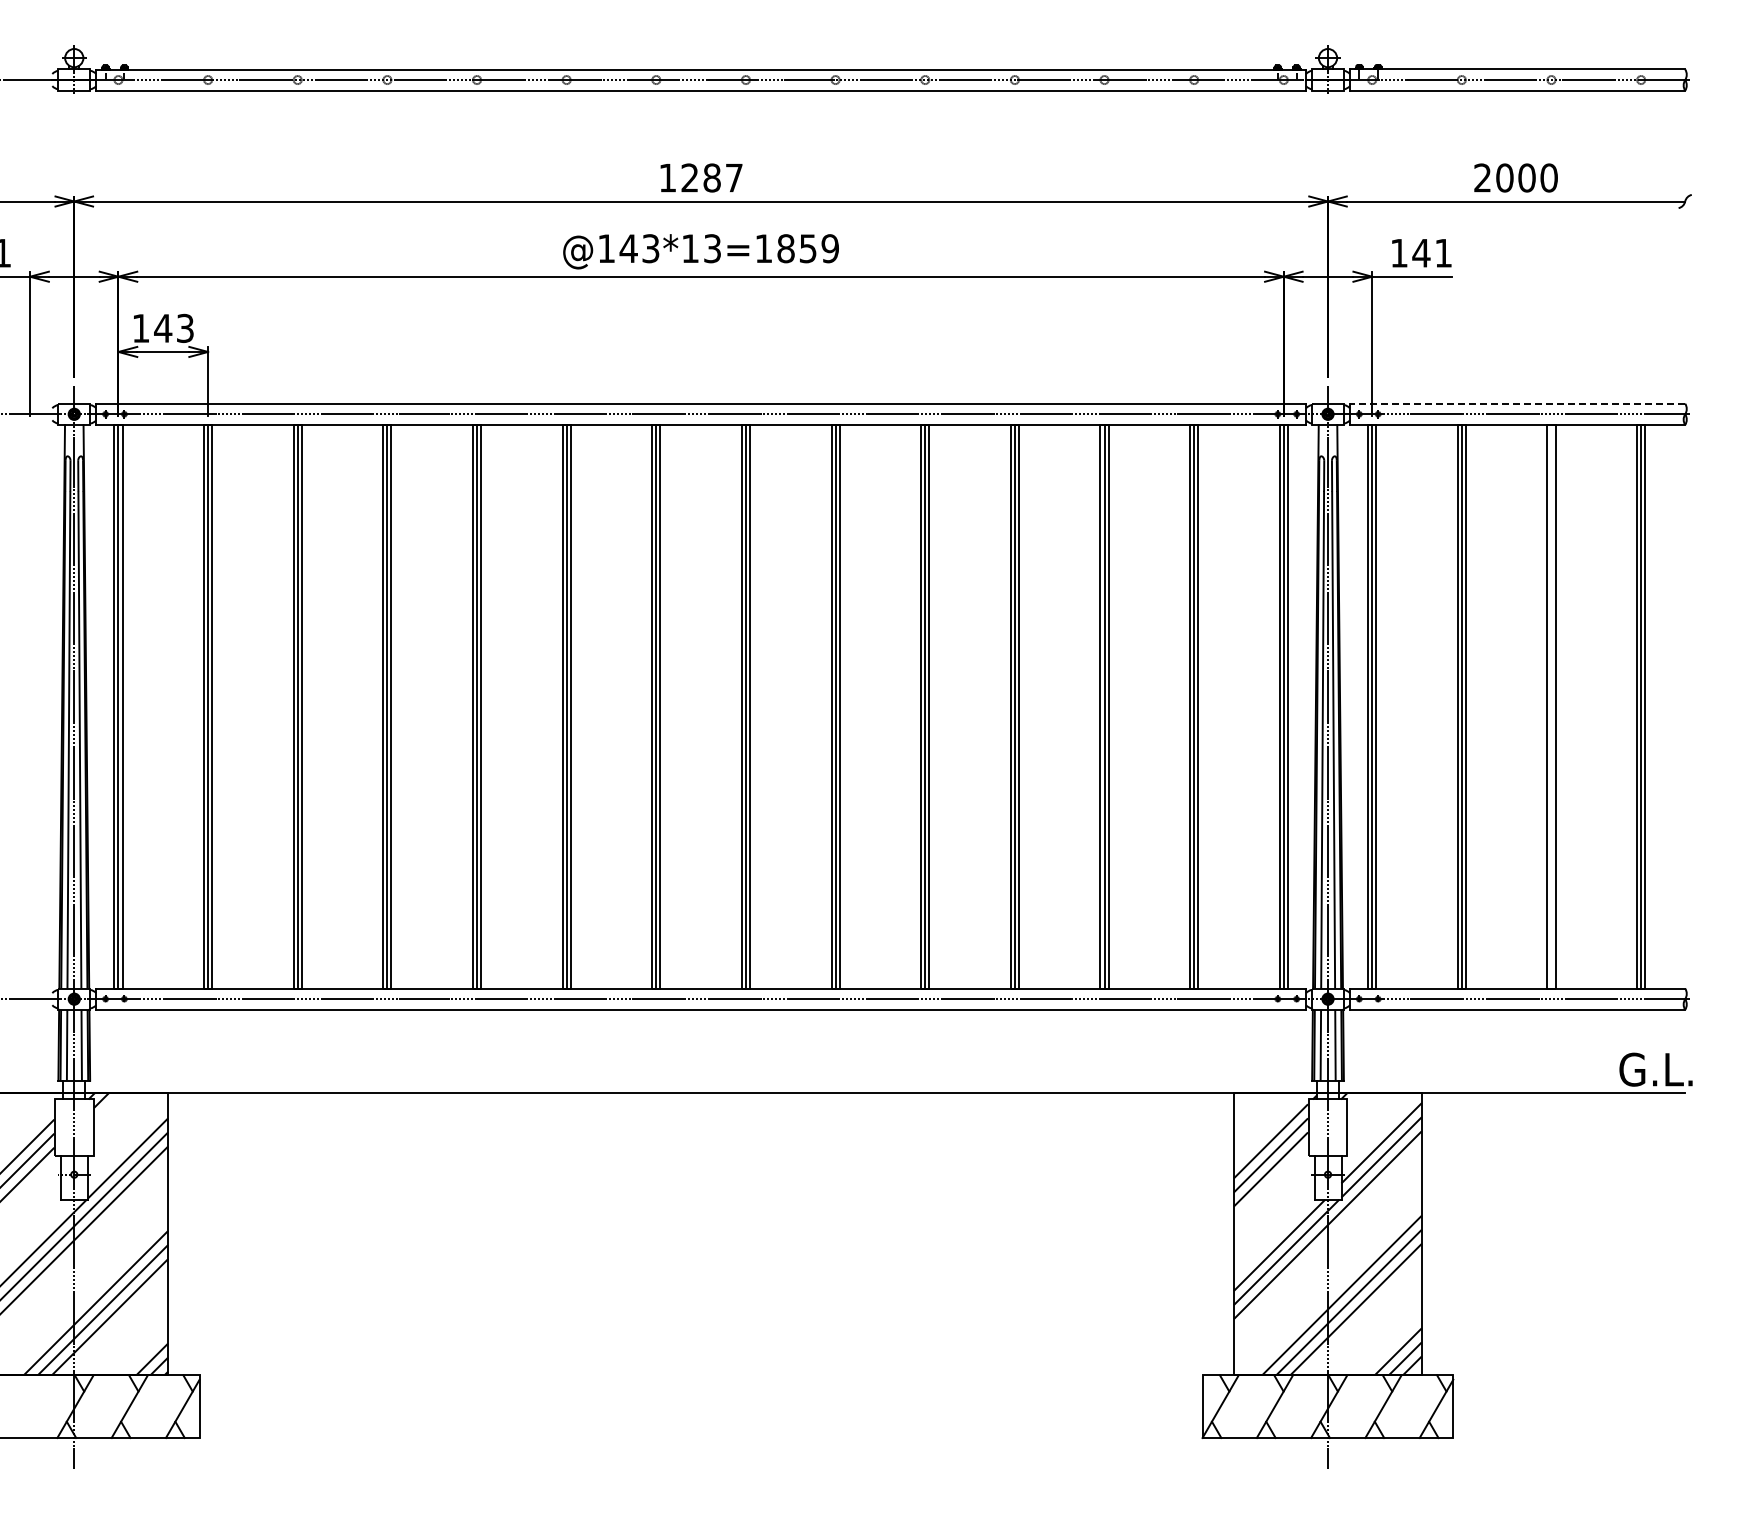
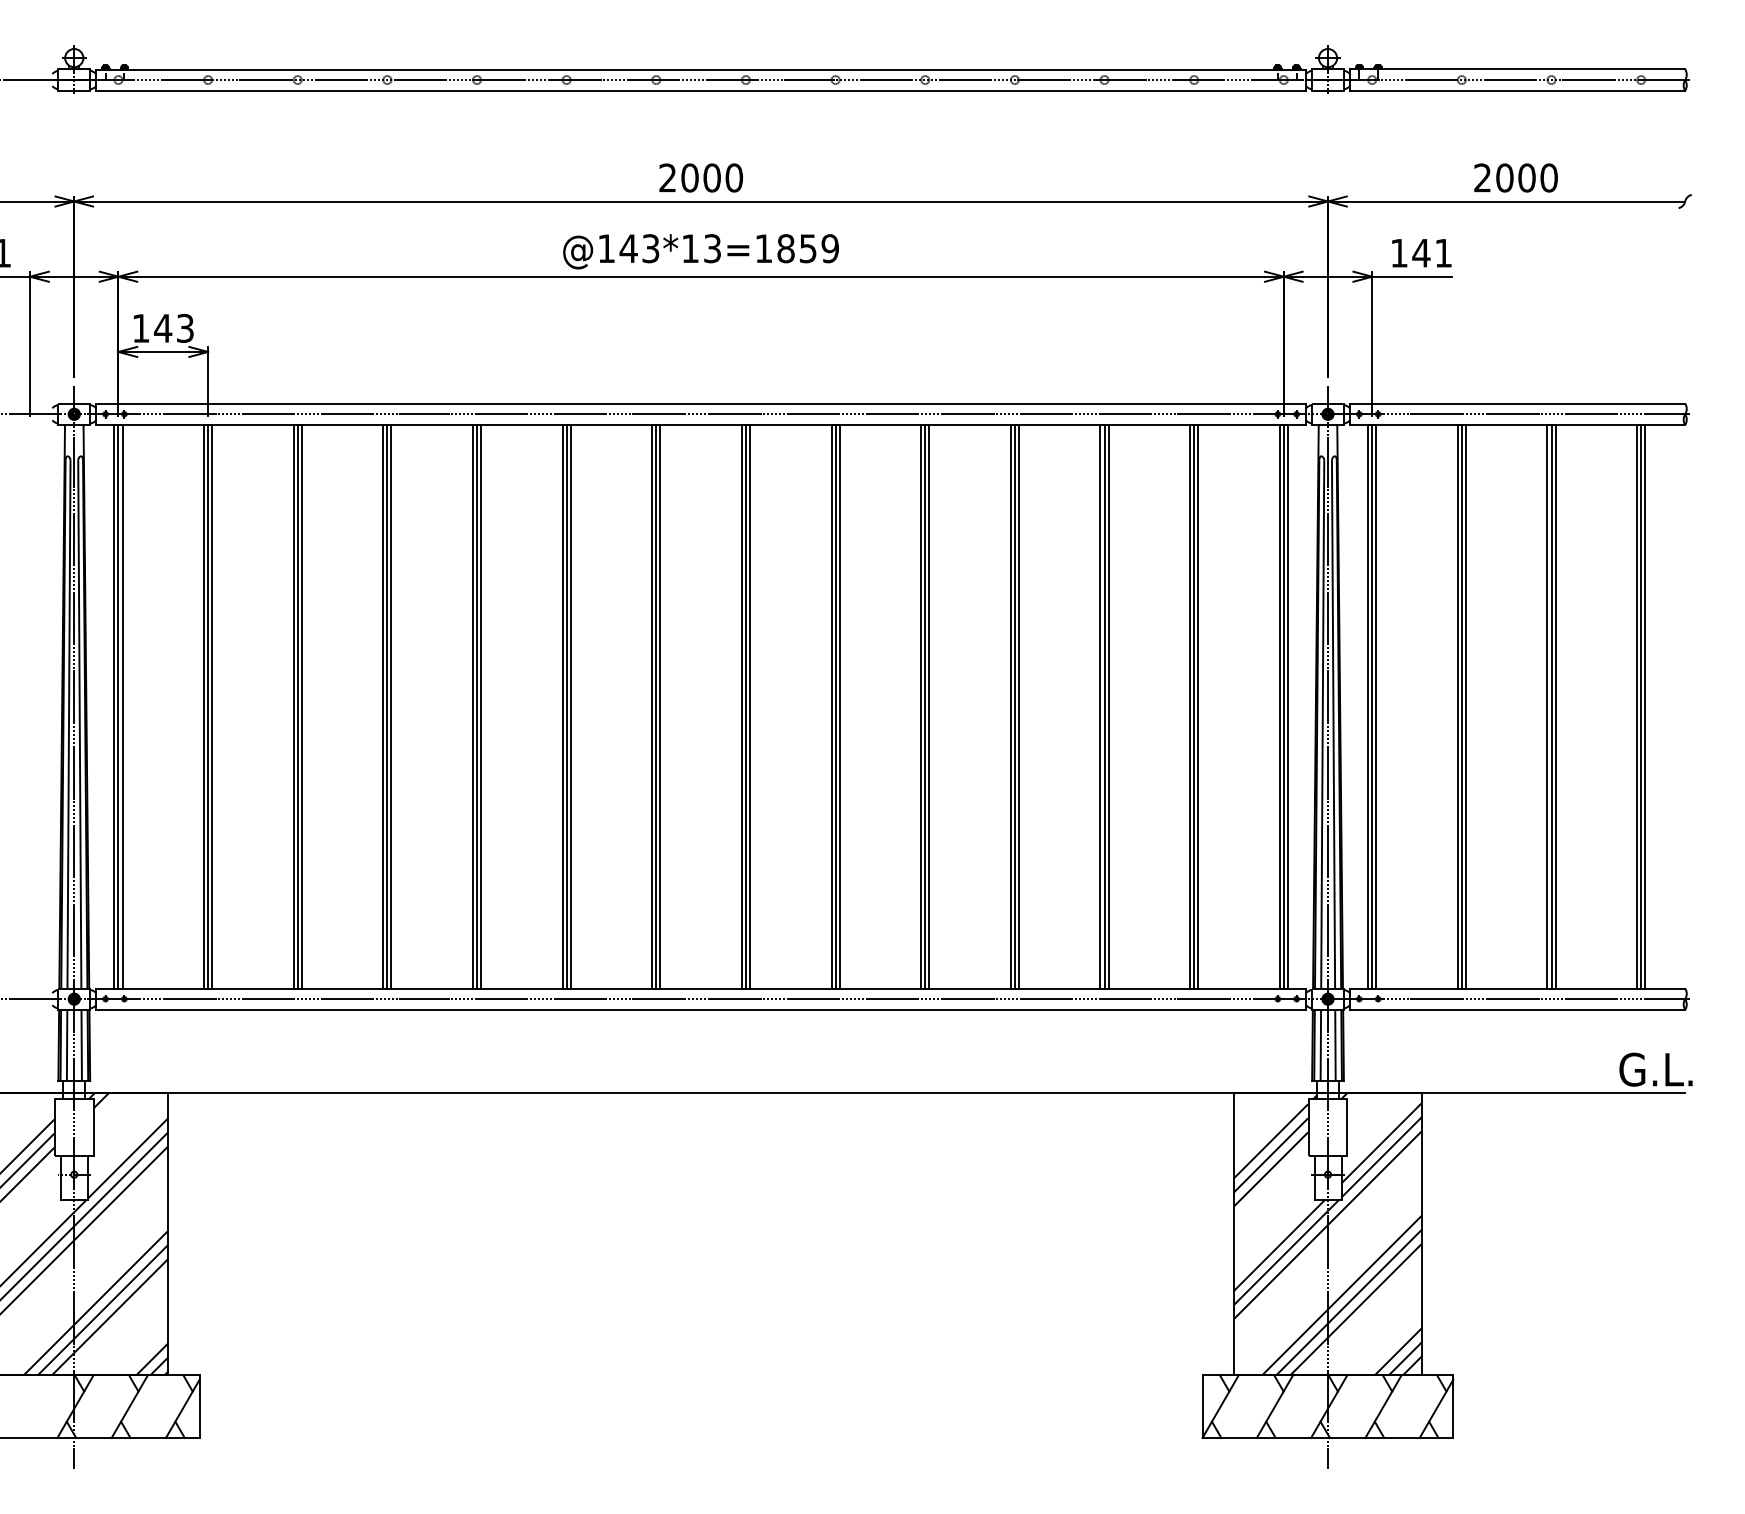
text at (701, 177): 1287 -> 2000
line at (1517, 403): dashed -> solid
line at (1551, 706): none -> present
